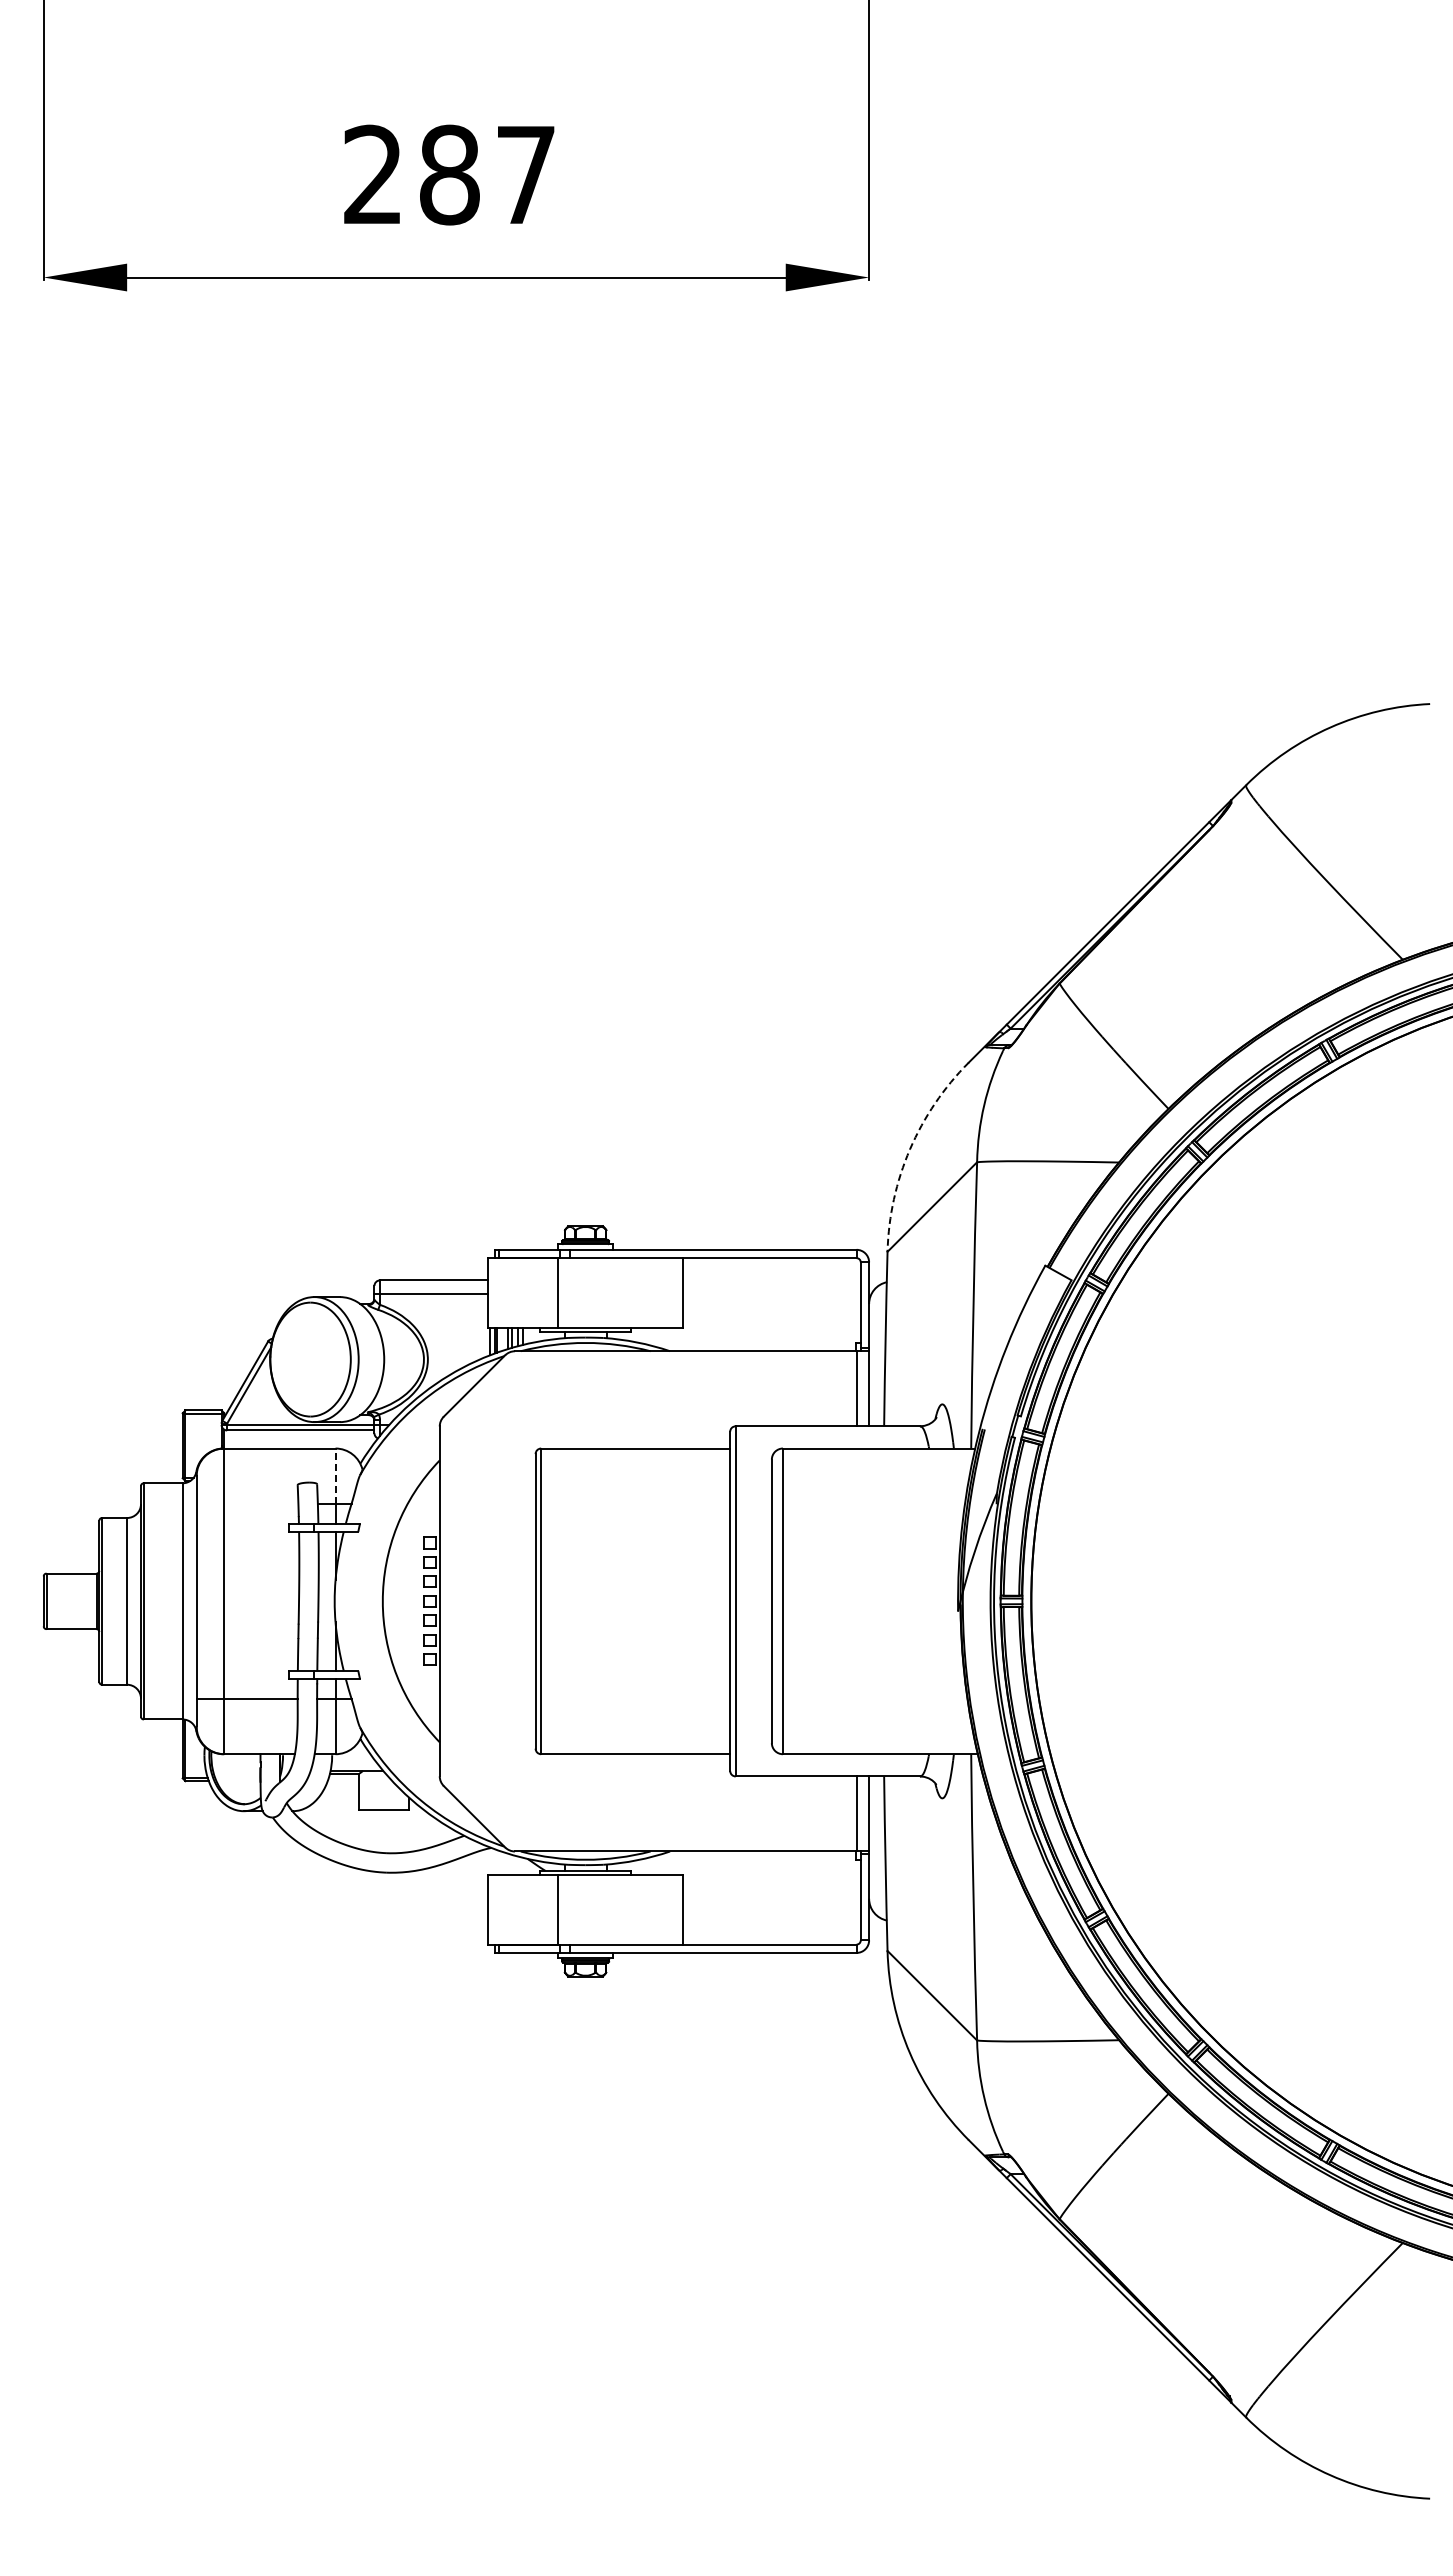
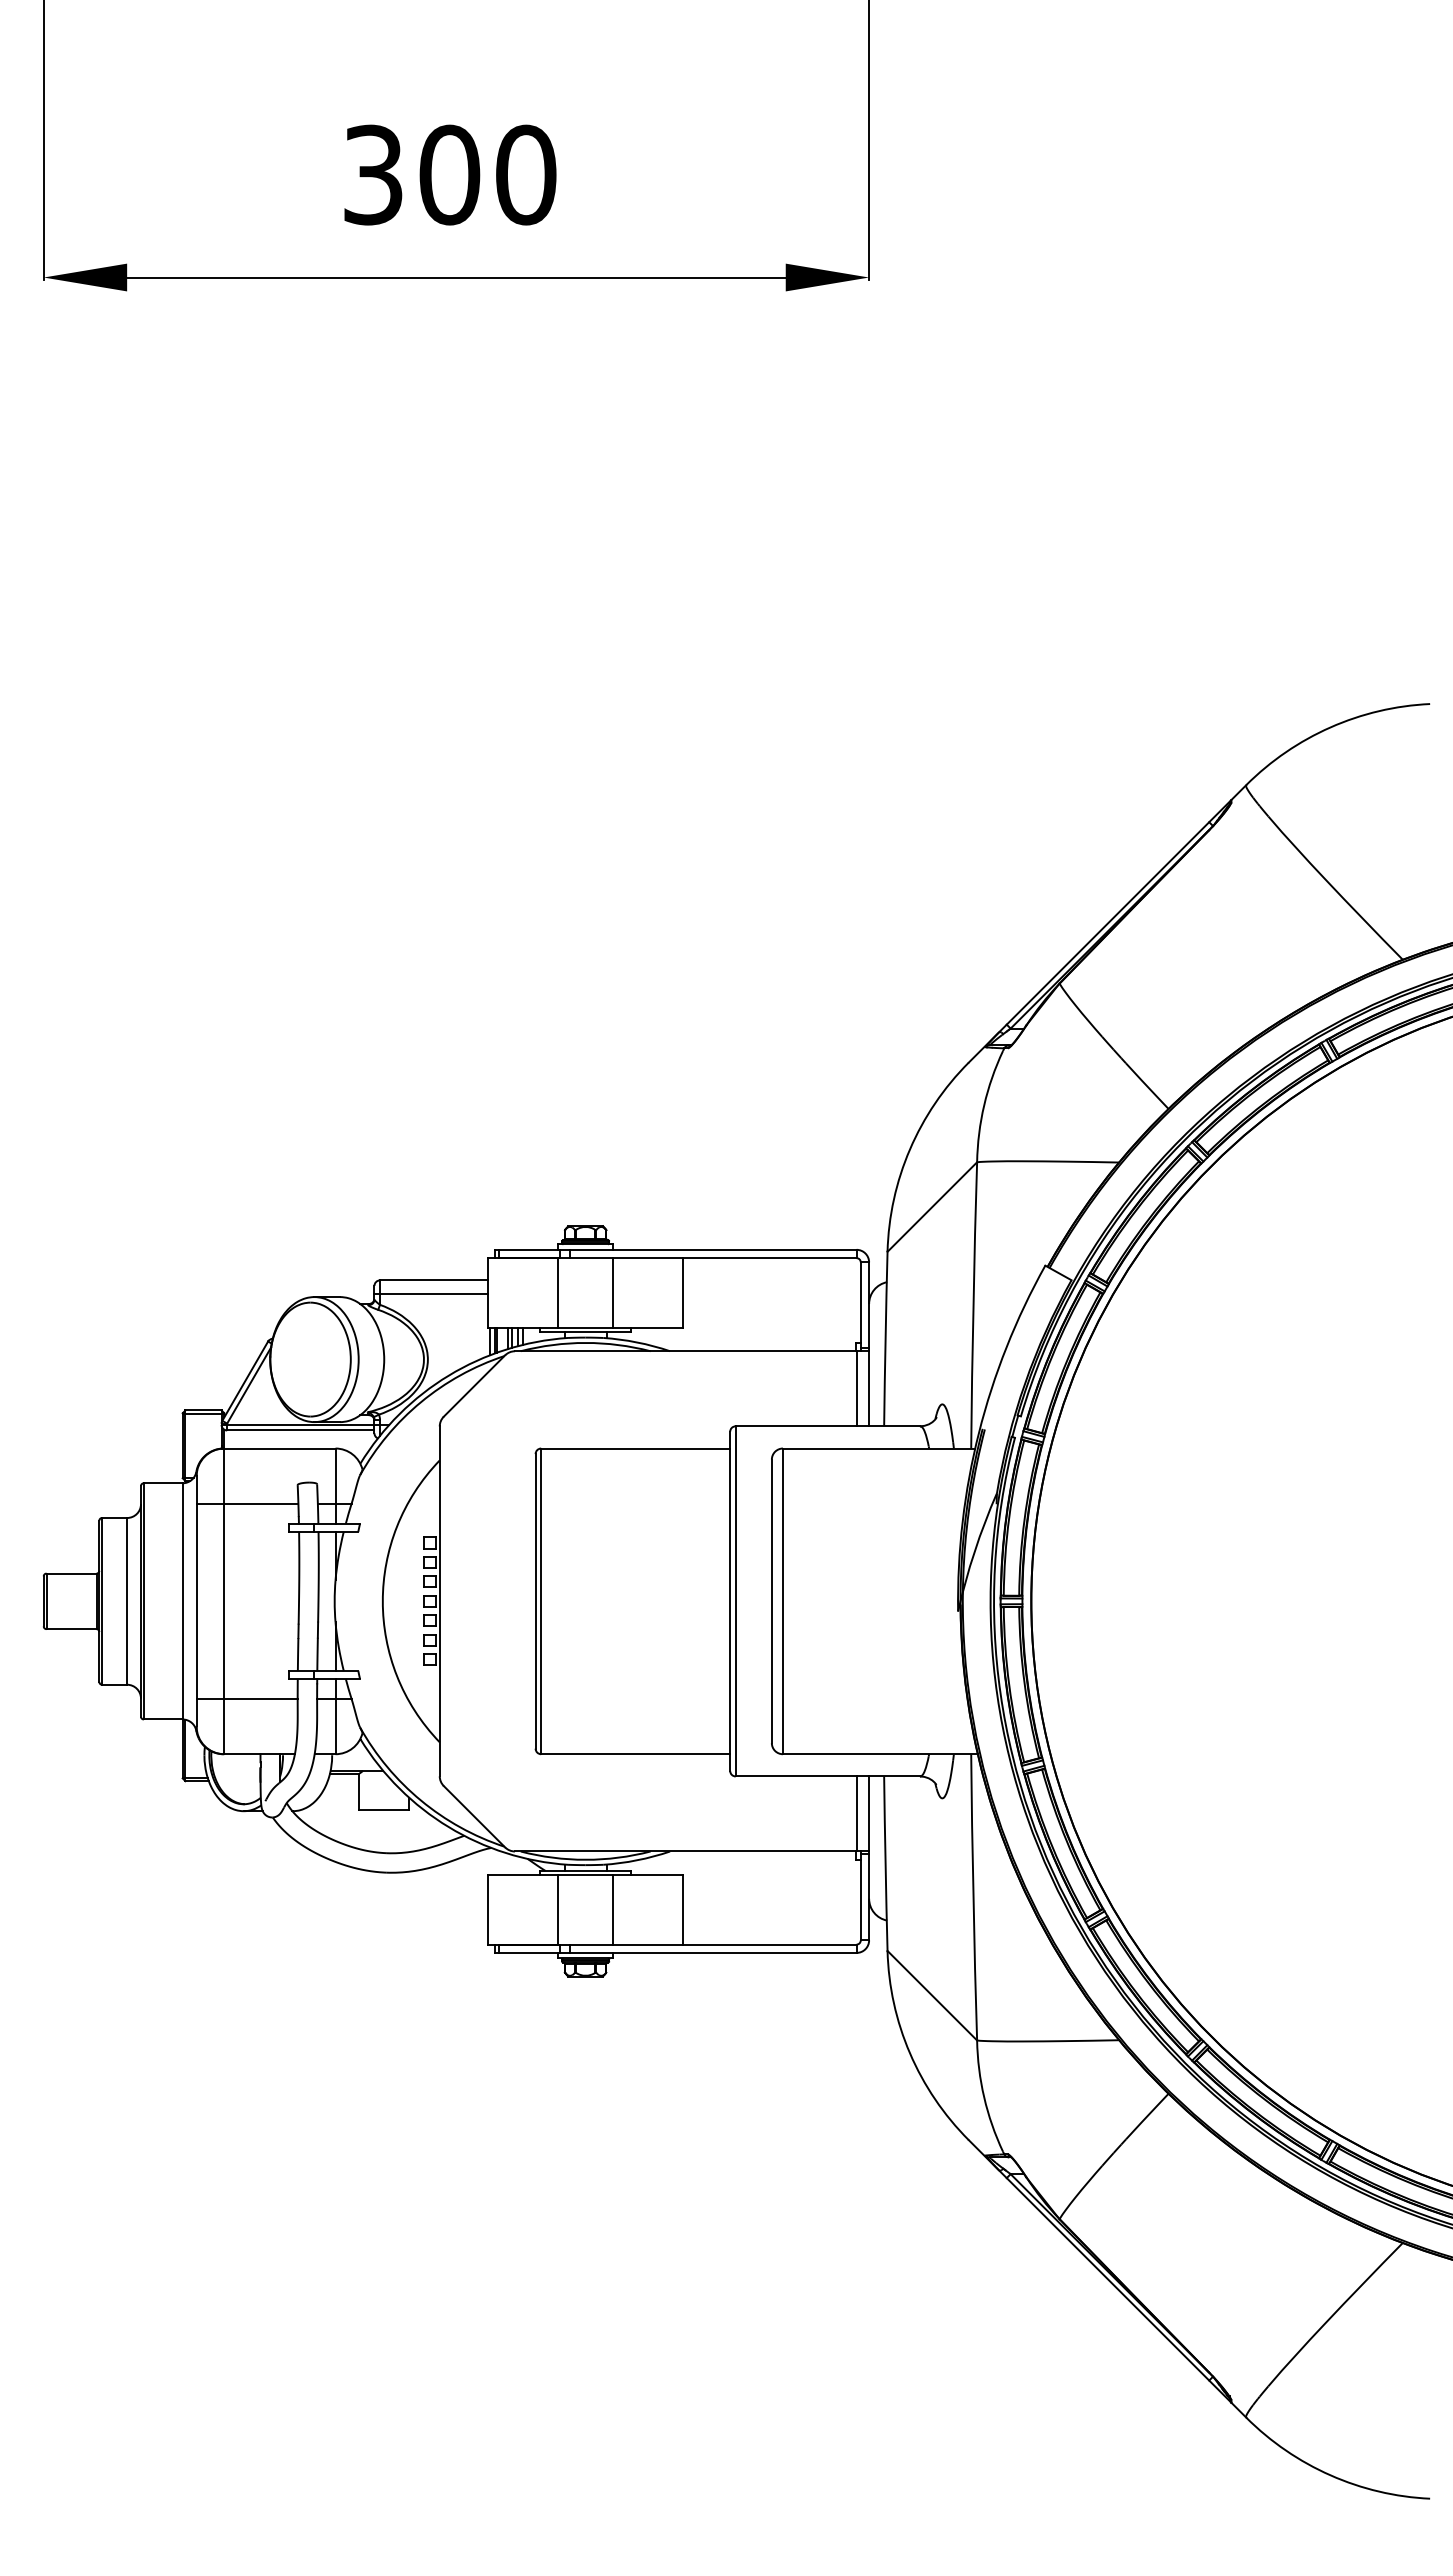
text at (450, 174): 287 -> 300
arc at (910, 1149): dashed -> solid
line at (613, 1292): none -> present
line at (335, 1476): dashed -> solid
line at (247, 1504): none -> present
line at (613, 1909): none -> present
